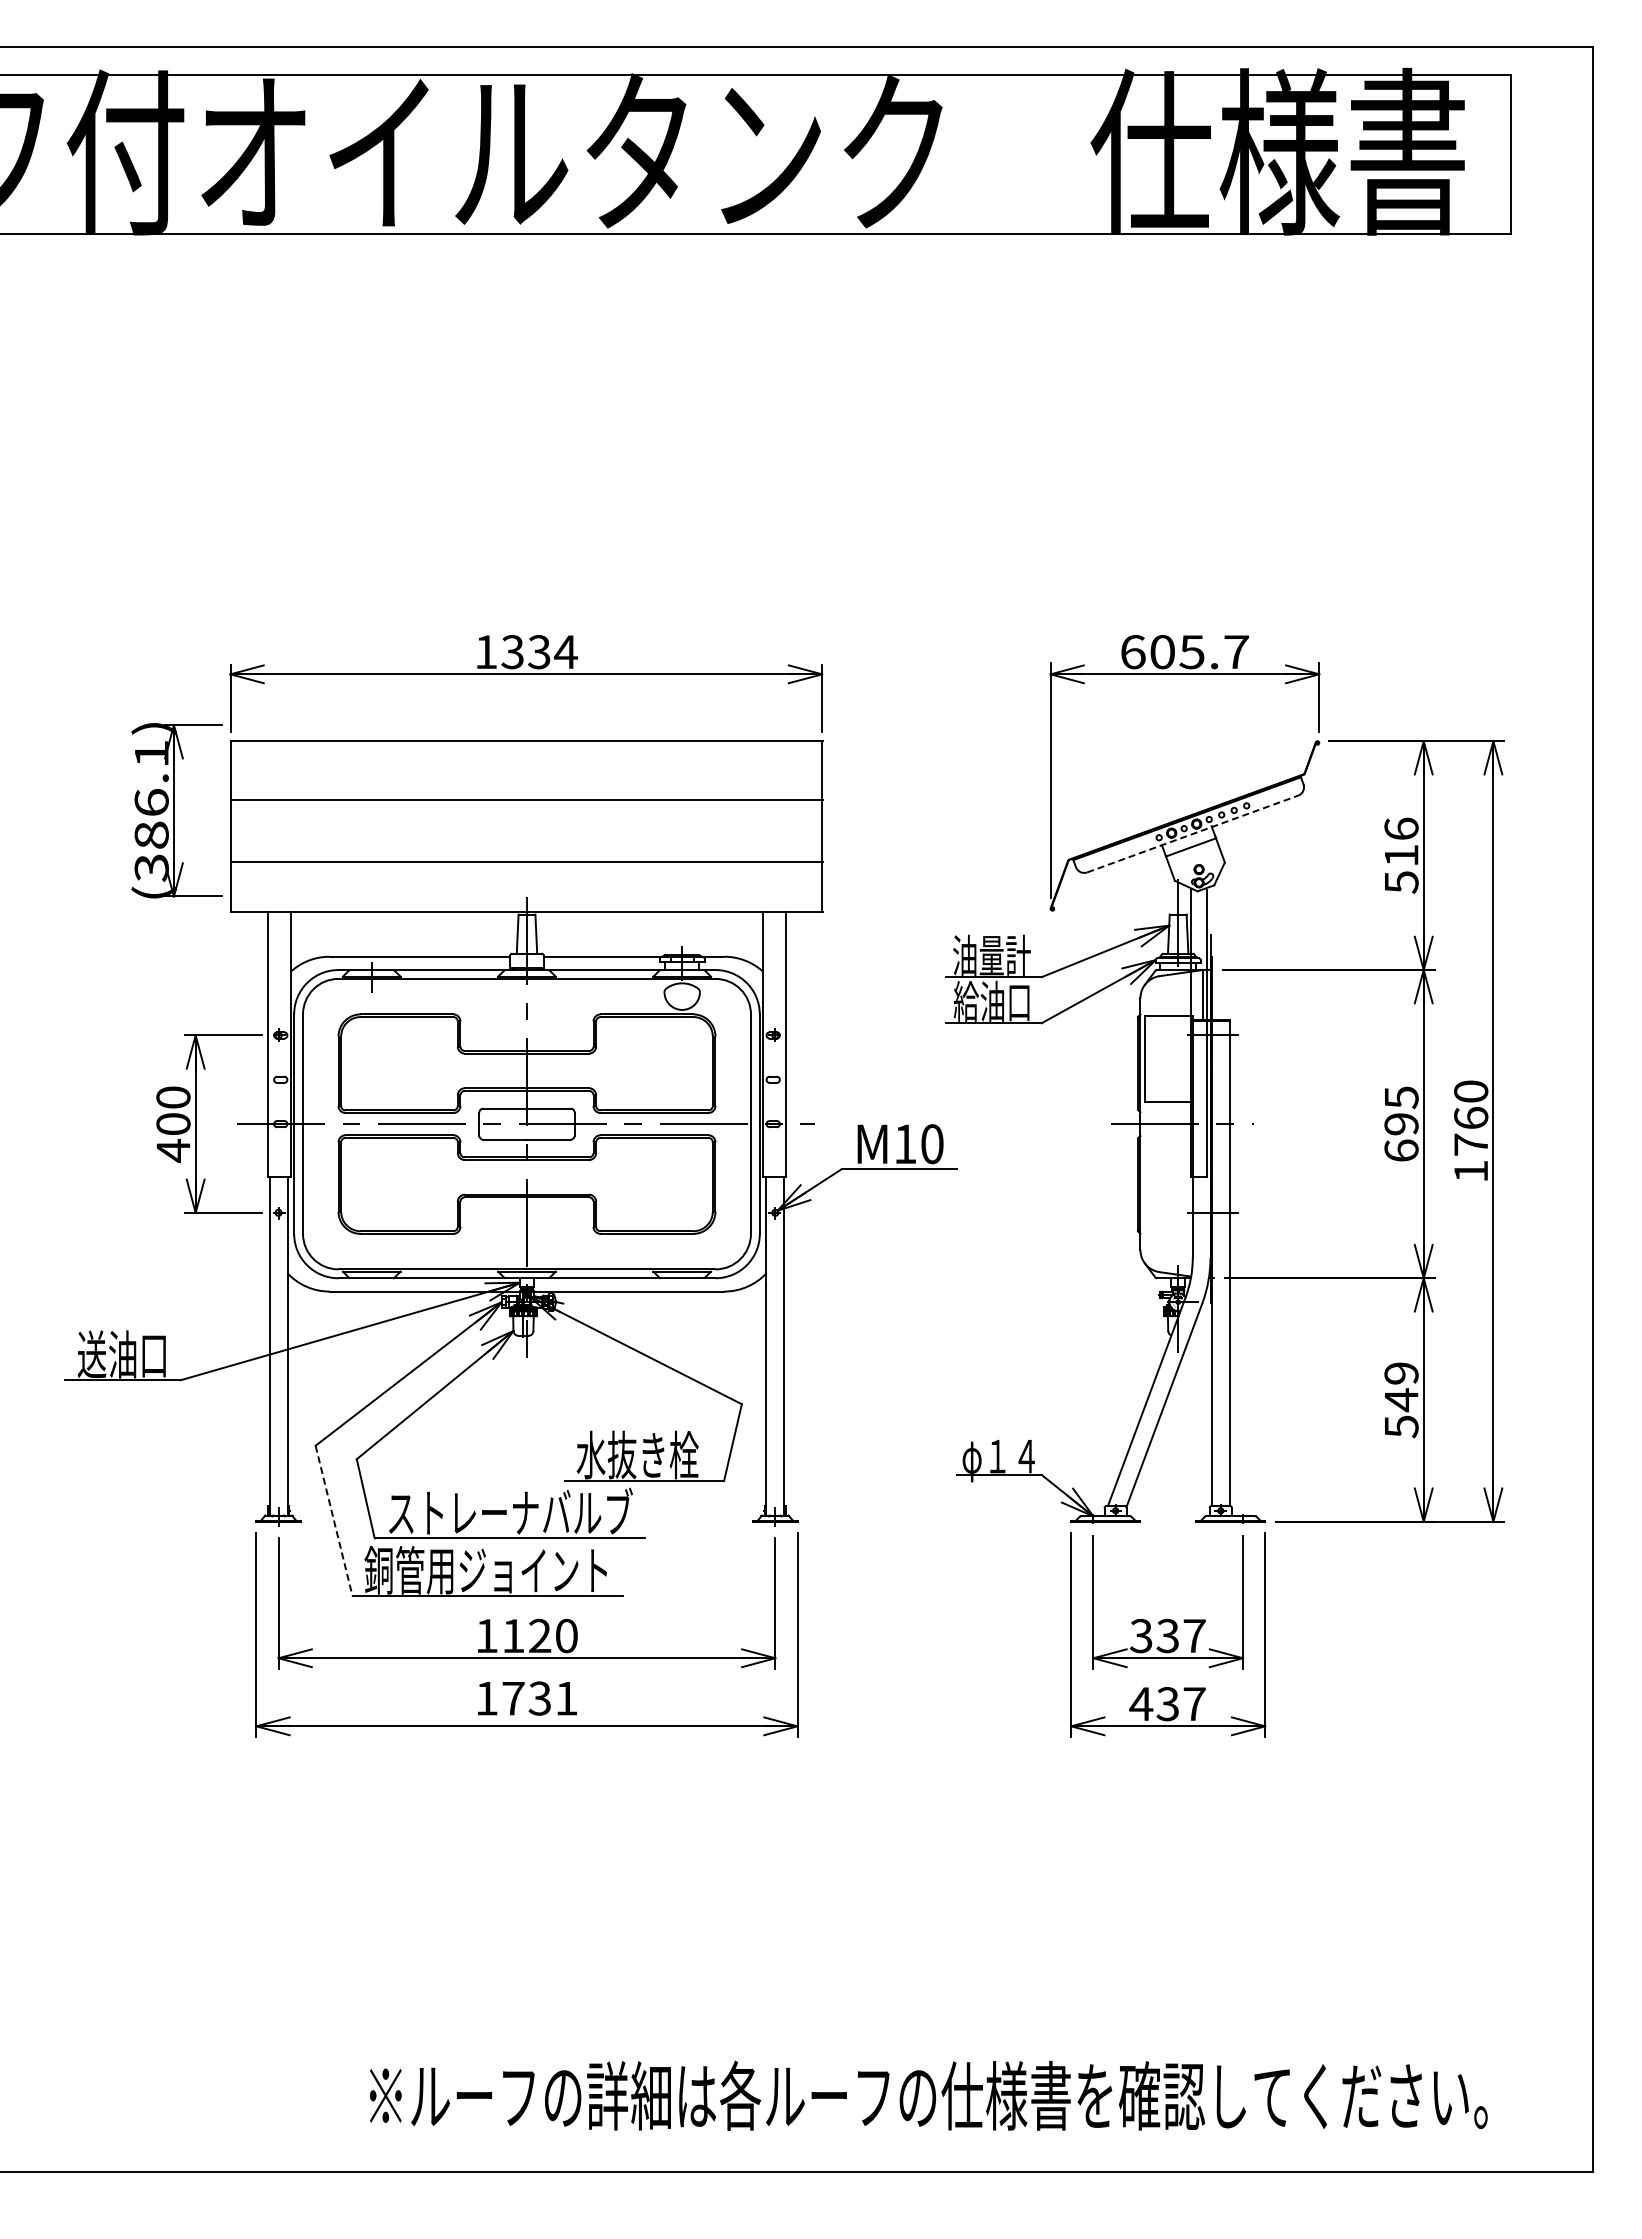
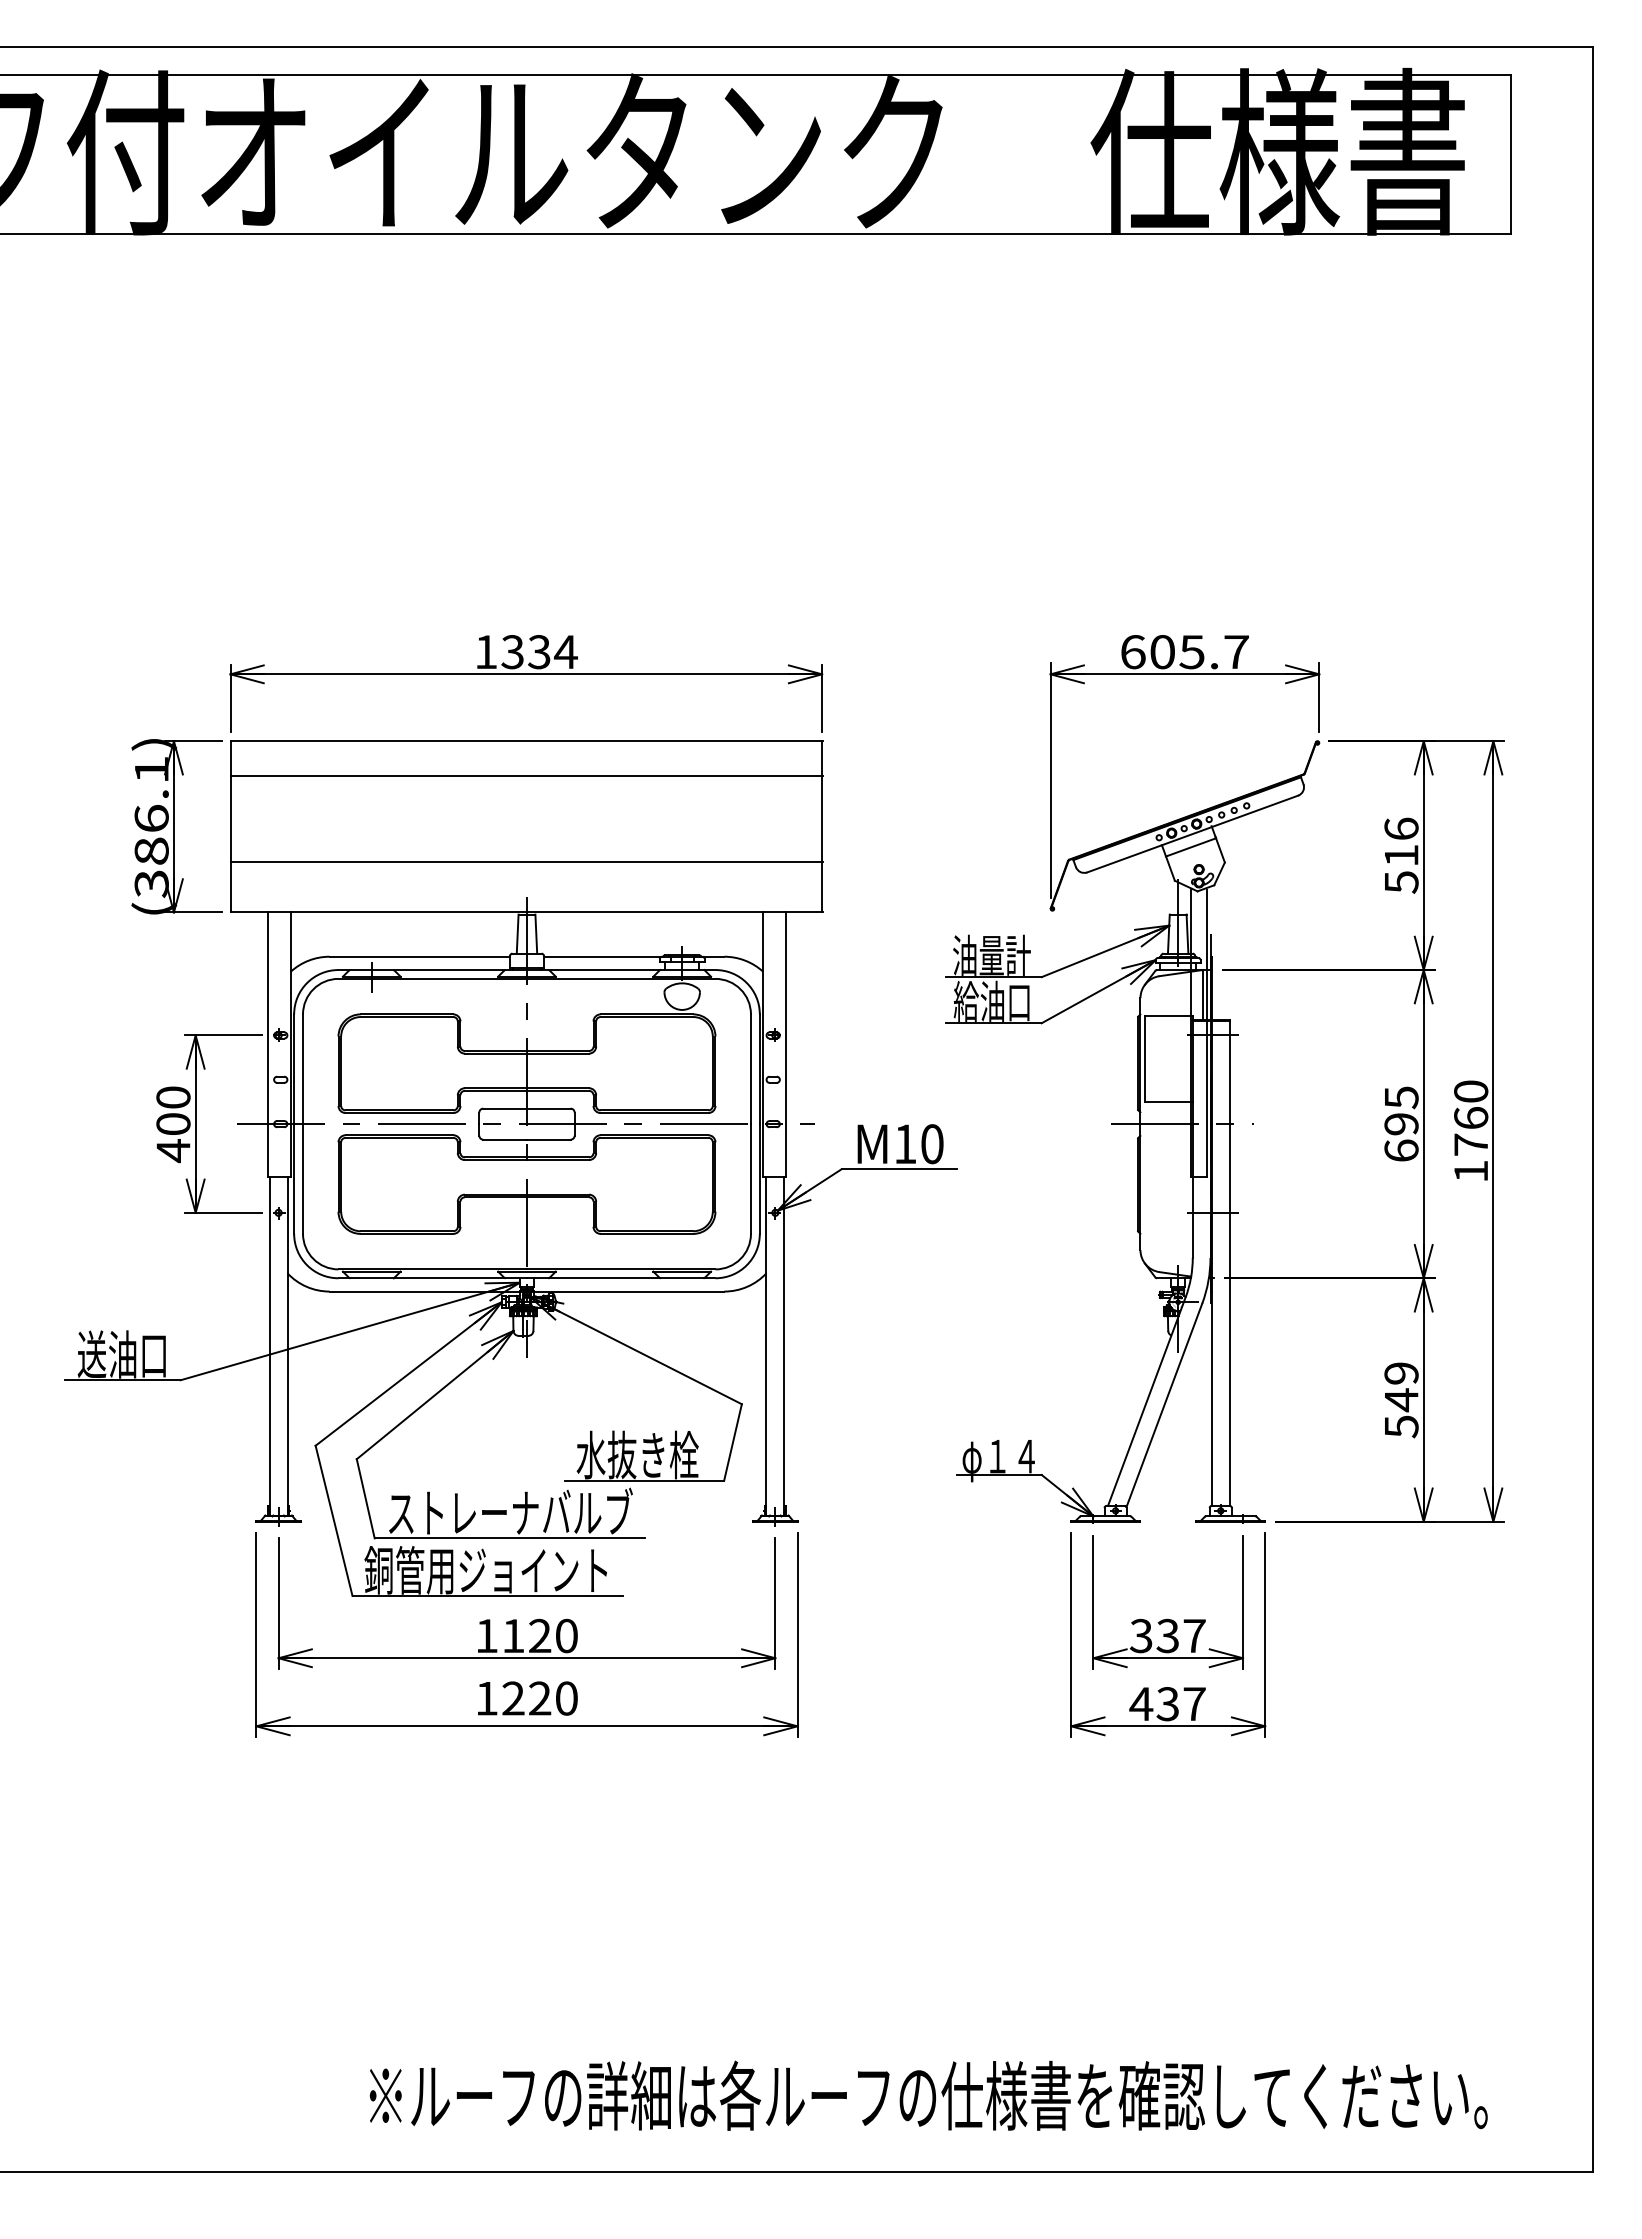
line at (526, 799) position: (526, 799) -> (526, 775)
part at (176, 810) position: (176, 810) -> (176, 826)
line at (1193, 833): dashed -> solid
line at (334, 1521): dashed -> solid
text at (539, 1698): 1731 -> 1220
